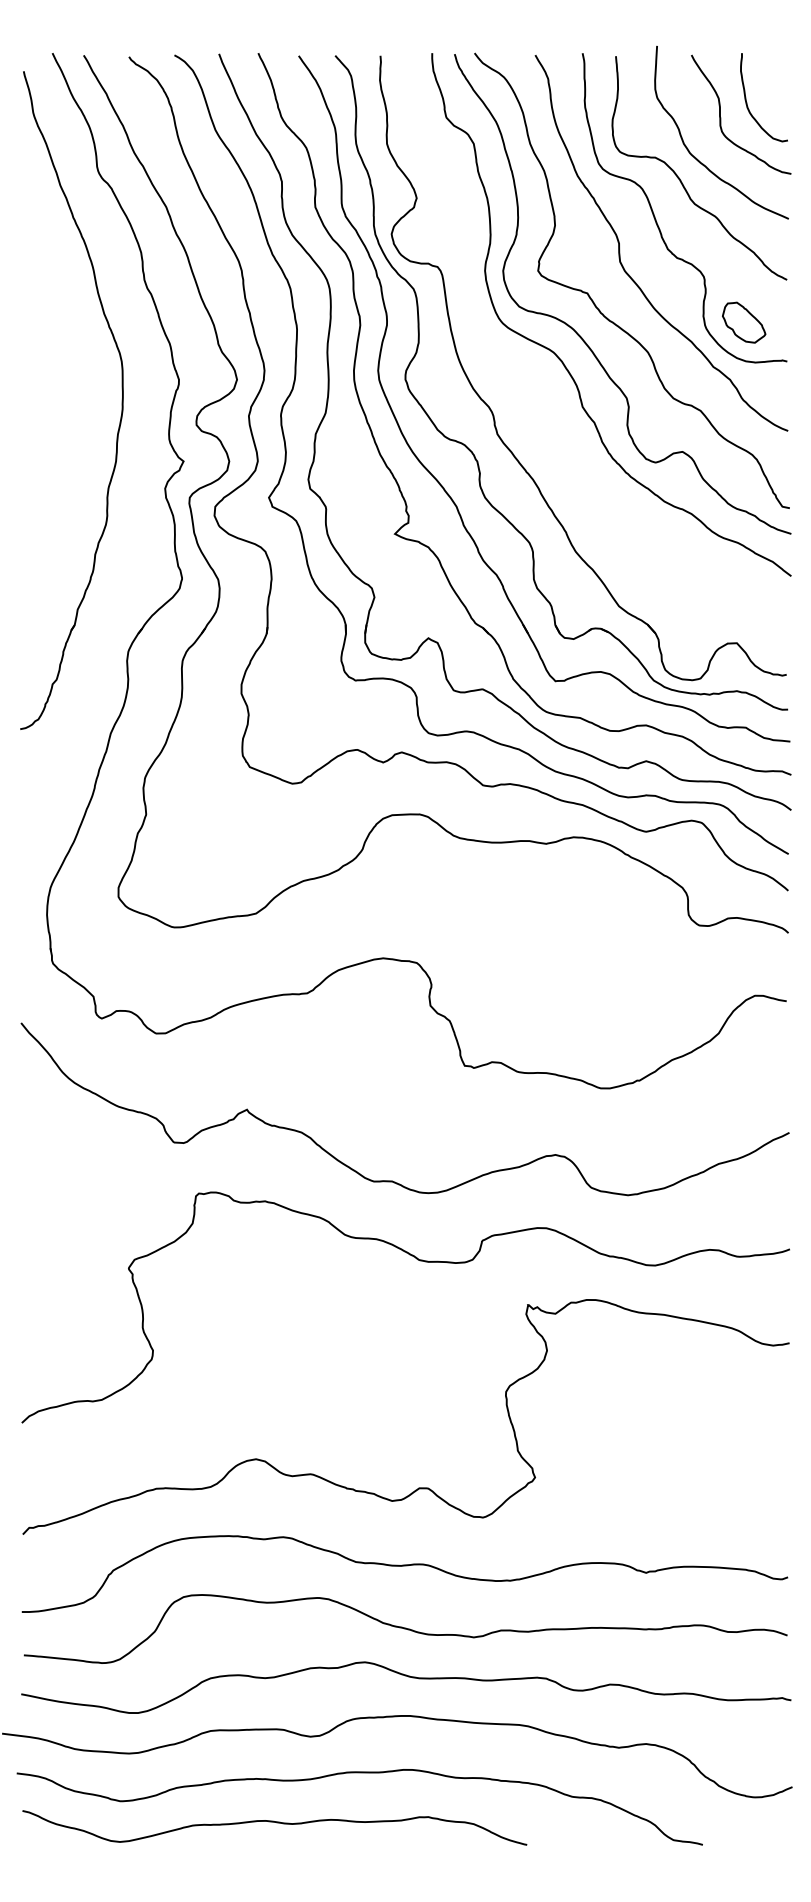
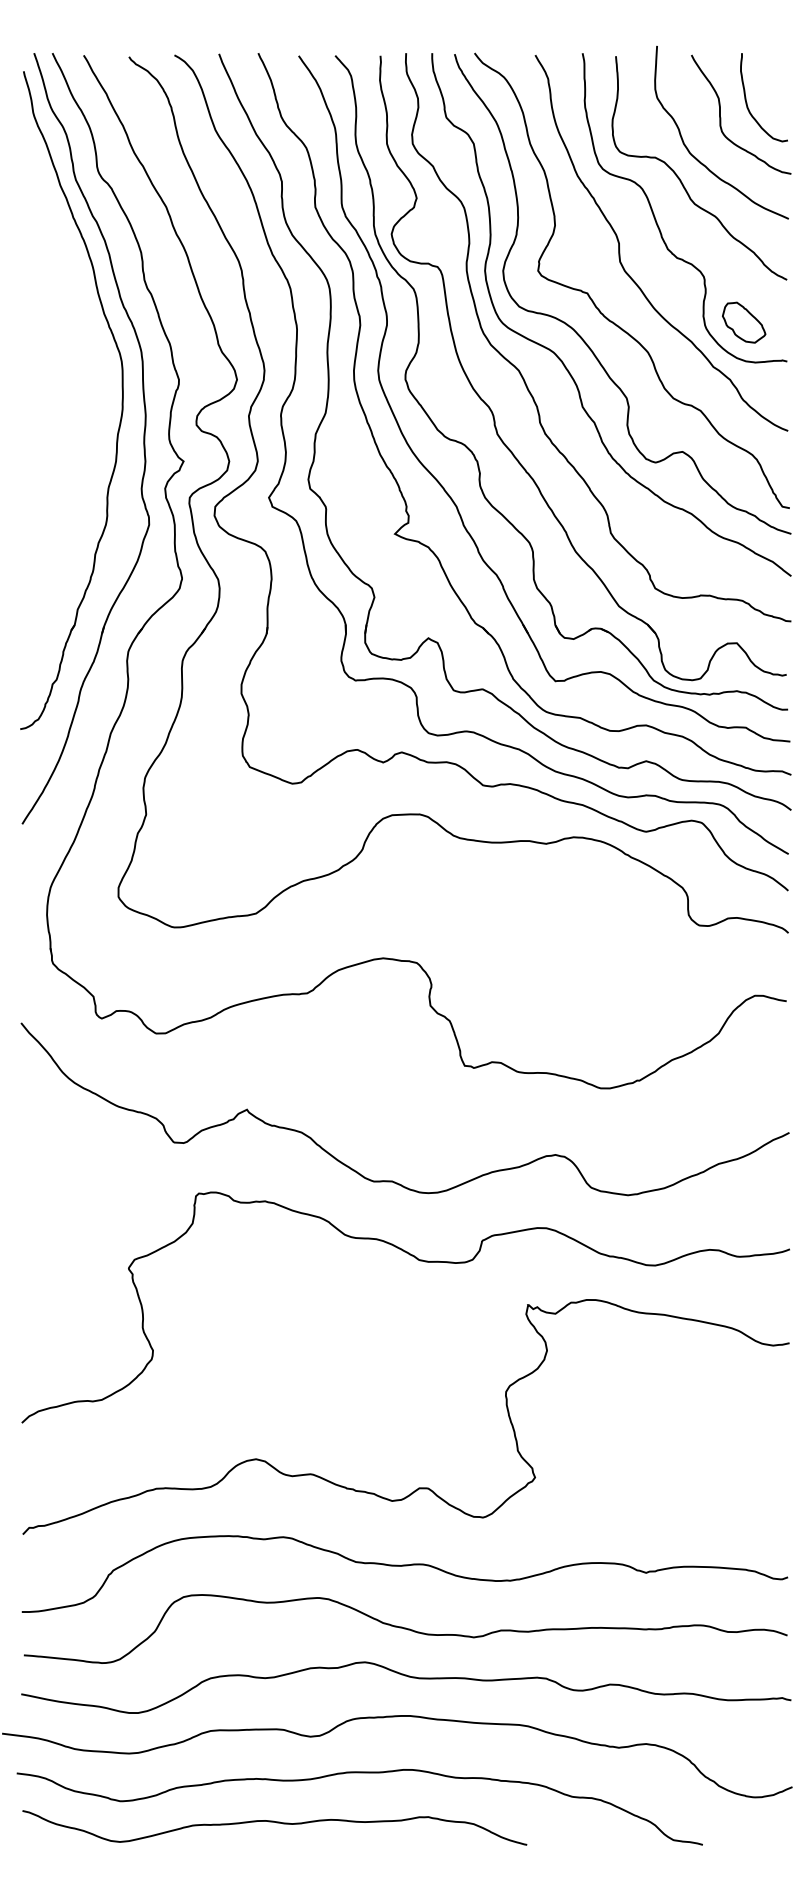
curve at (523, 376): none -> present
part at (143, 438): none -> present
